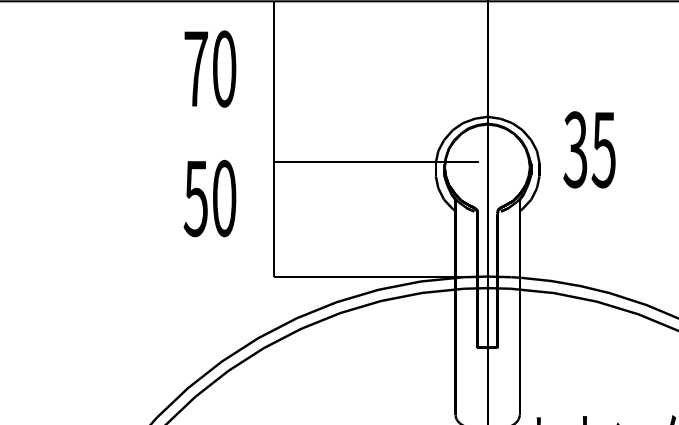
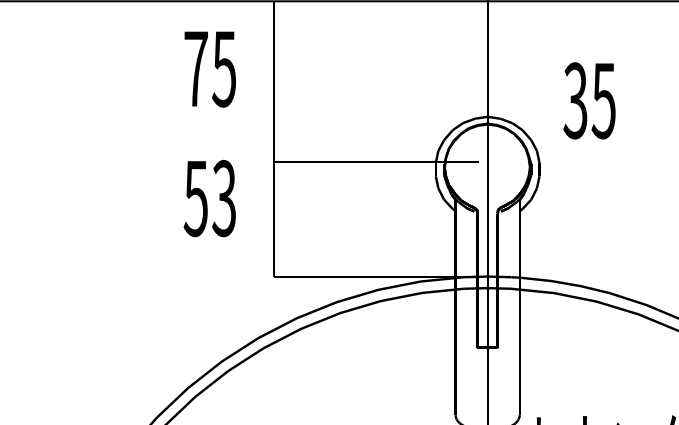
text at (224, 68): 70 -> 75
text at (589, 149) position: (589, 149) -> (589, 100)
text at (224, 198): 50 -> 53
